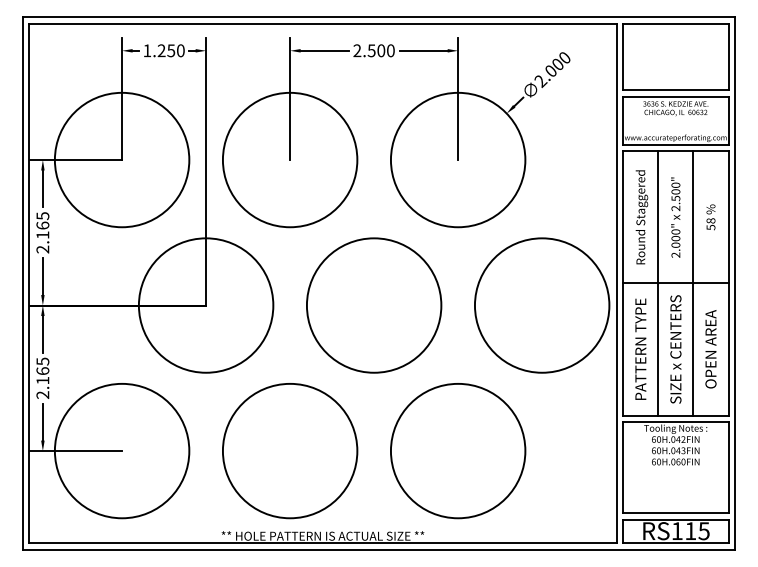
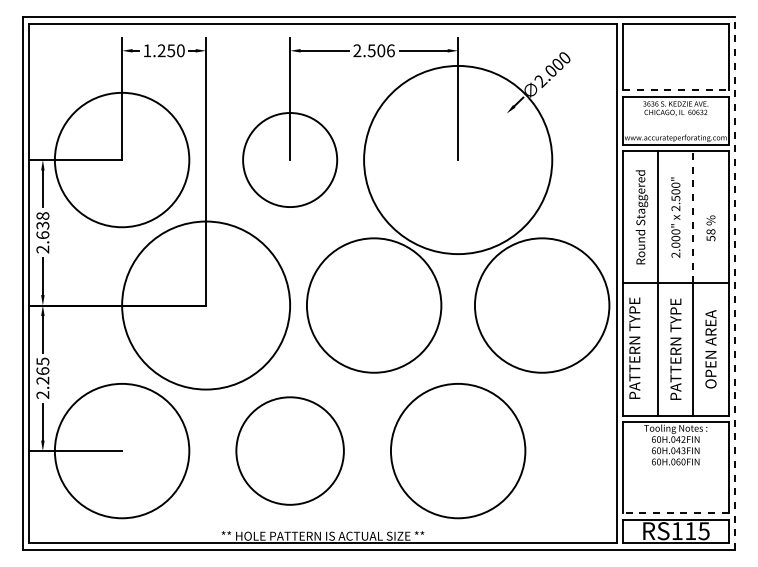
text at (390, 50): 2.500 -> 2.506
line at (675, 90): solid -> dashed
circle at (289, 159) diameter: 134 px -> 94 px
circle at (457, 159) diameter: 134 px -> 188 px
line at (693, 216): solid -> dashed
text at (710, 217) position: (710, 217) -> (710, 228)
text at (42, 225): 2.165 -> 2.638
line at (735, 283): solid -> dashed
circle at (205, 305) diameter: 134 px -> 168 px
text at (640, 348) position: (640, 348) -> (634, 347)
text at (675, 349): SIZE x CENTERS -> PATTERN TYPE
text at (42, 380): 2.165 -> 2.265
circle at (289, 450) diameter: 134 px -> 108 px
line at (675, 512): solid -> dashed
